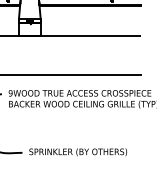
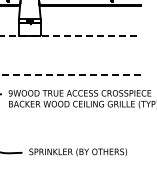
line at (71, 36): solid -> dashed
line at (70, 75): solid -> dashed
